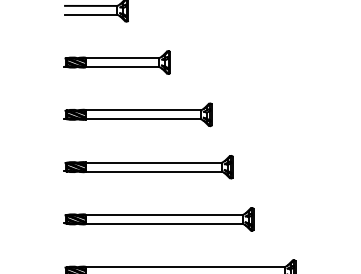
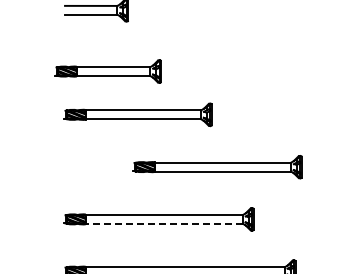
part at (116, 62) position: (116, 62) -> (107, 71)
part at (148, 167) position: (148, 167) -> (217, 167)
line at (163, 223): solid -> dashed
